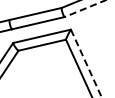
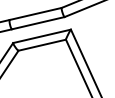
line at (84, 8): dashed -> solid
line at (86, 64): dashed -> solid
